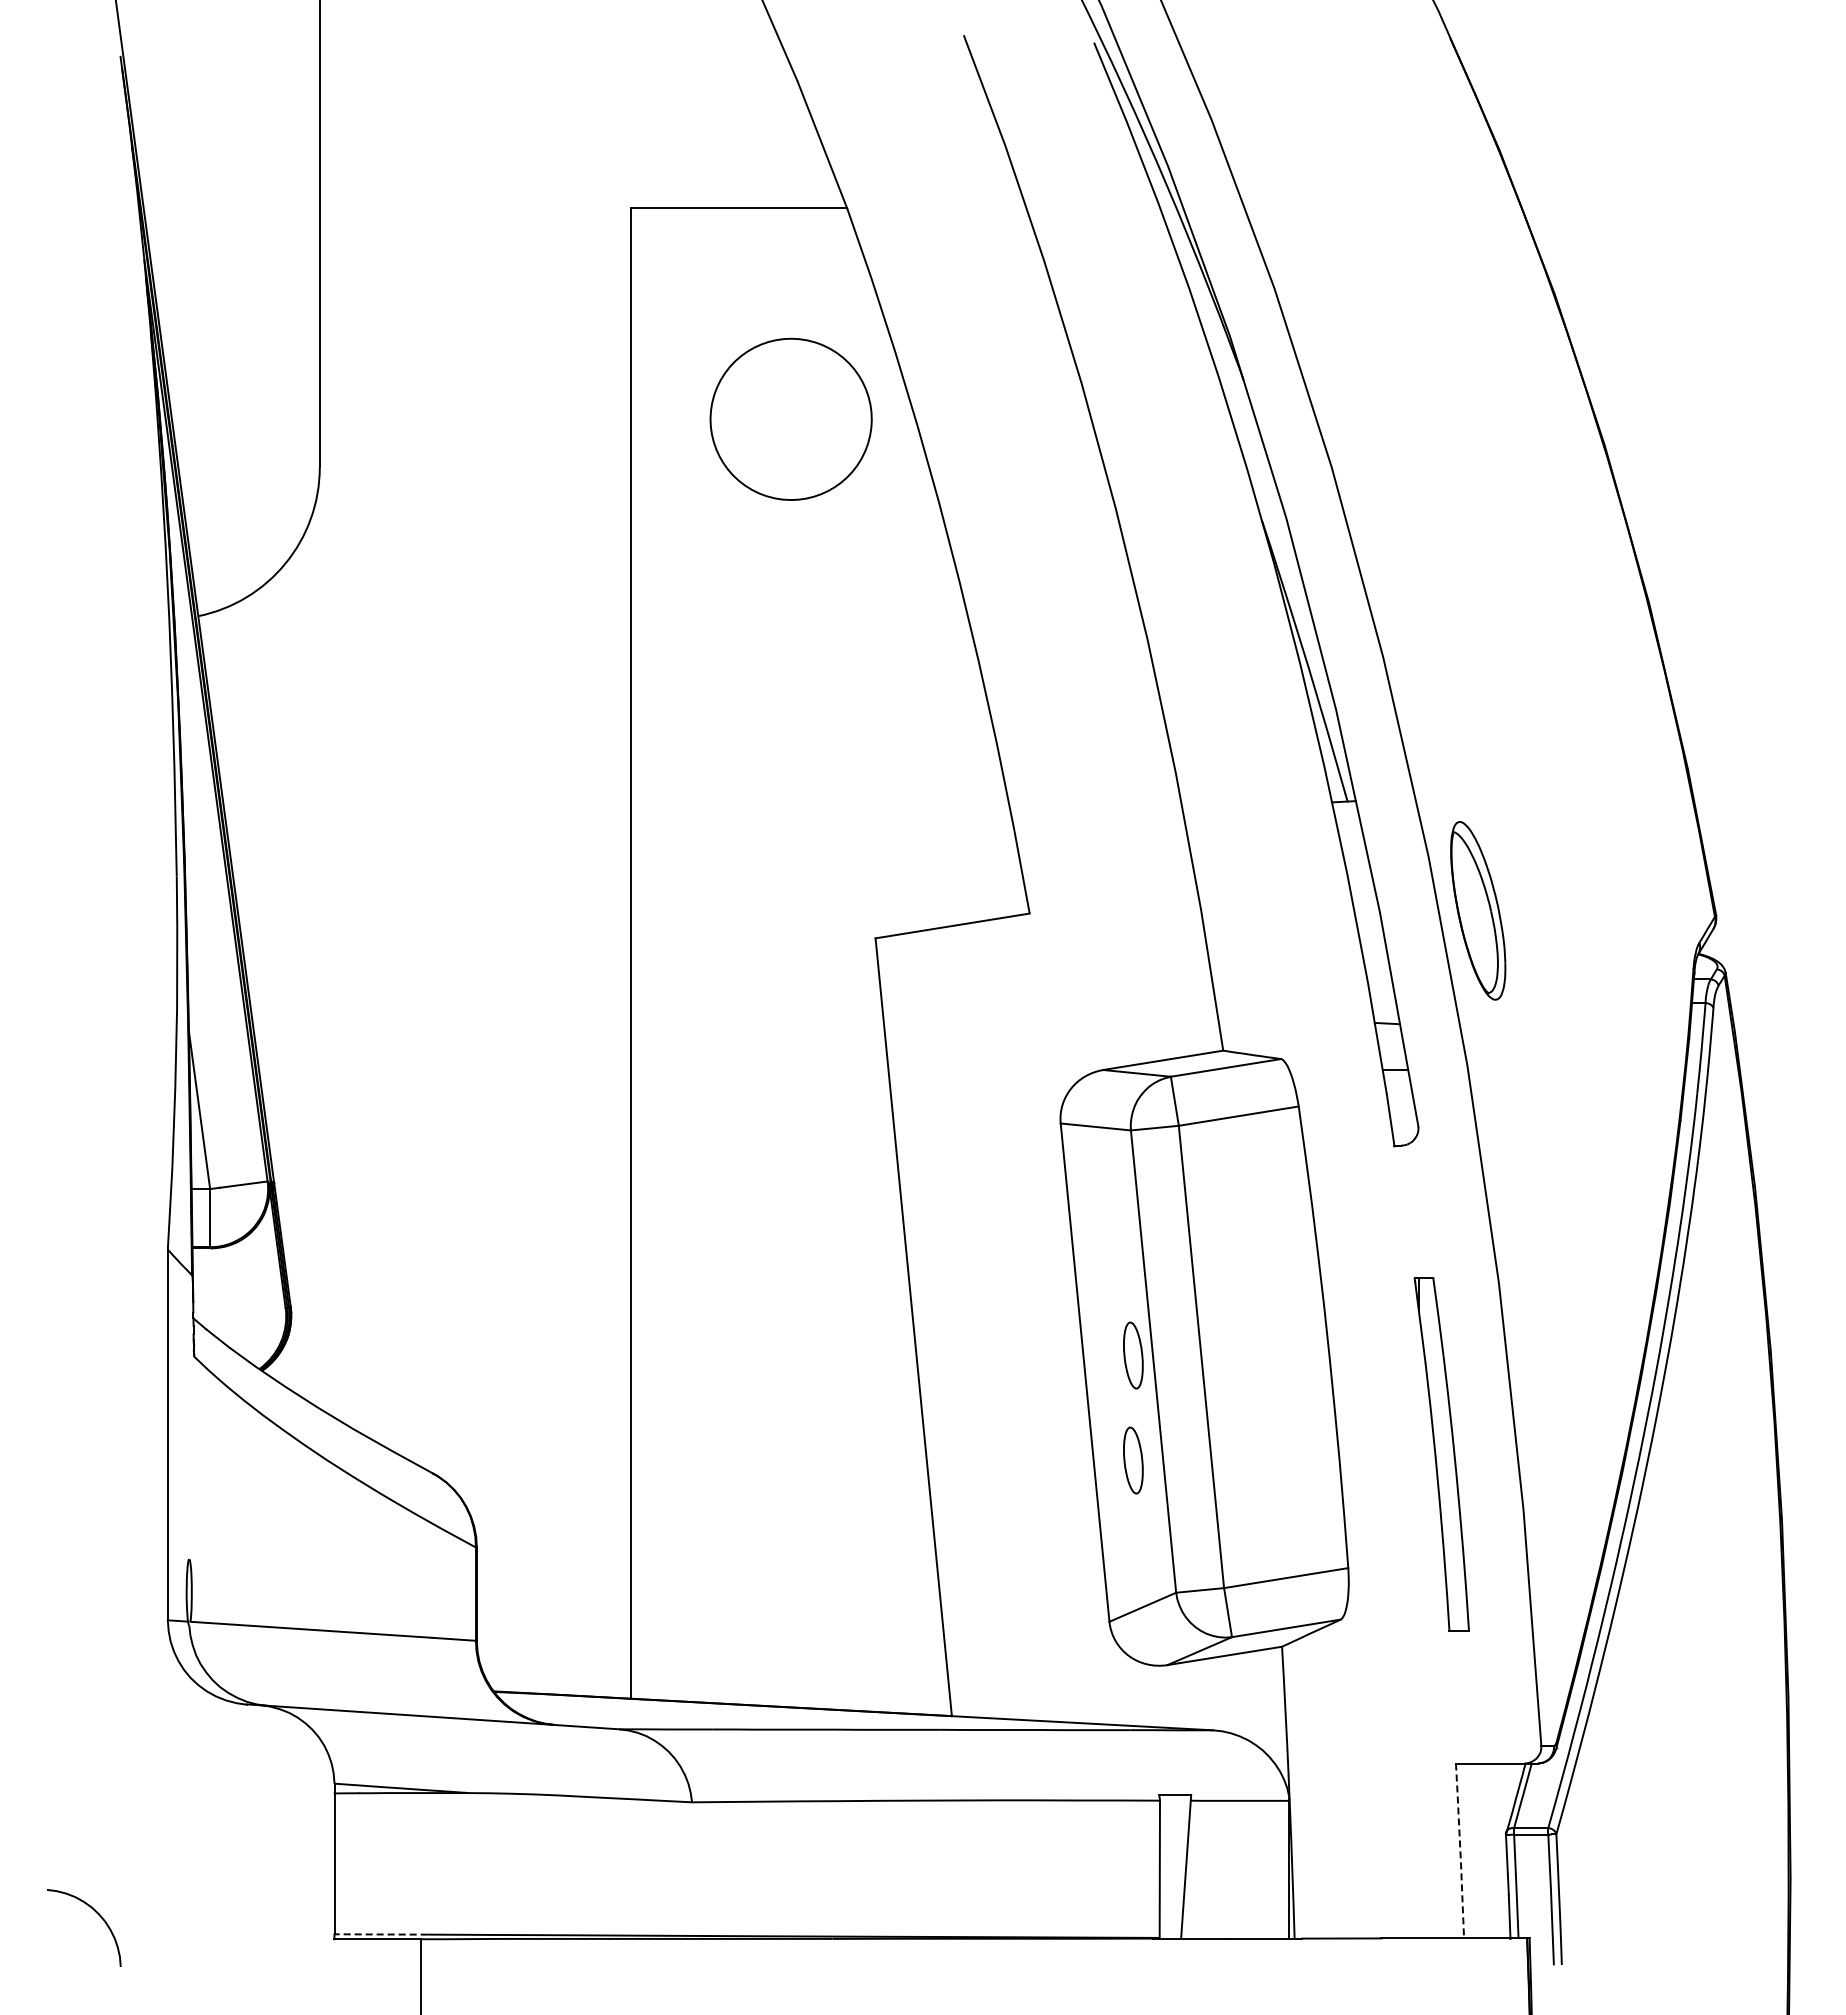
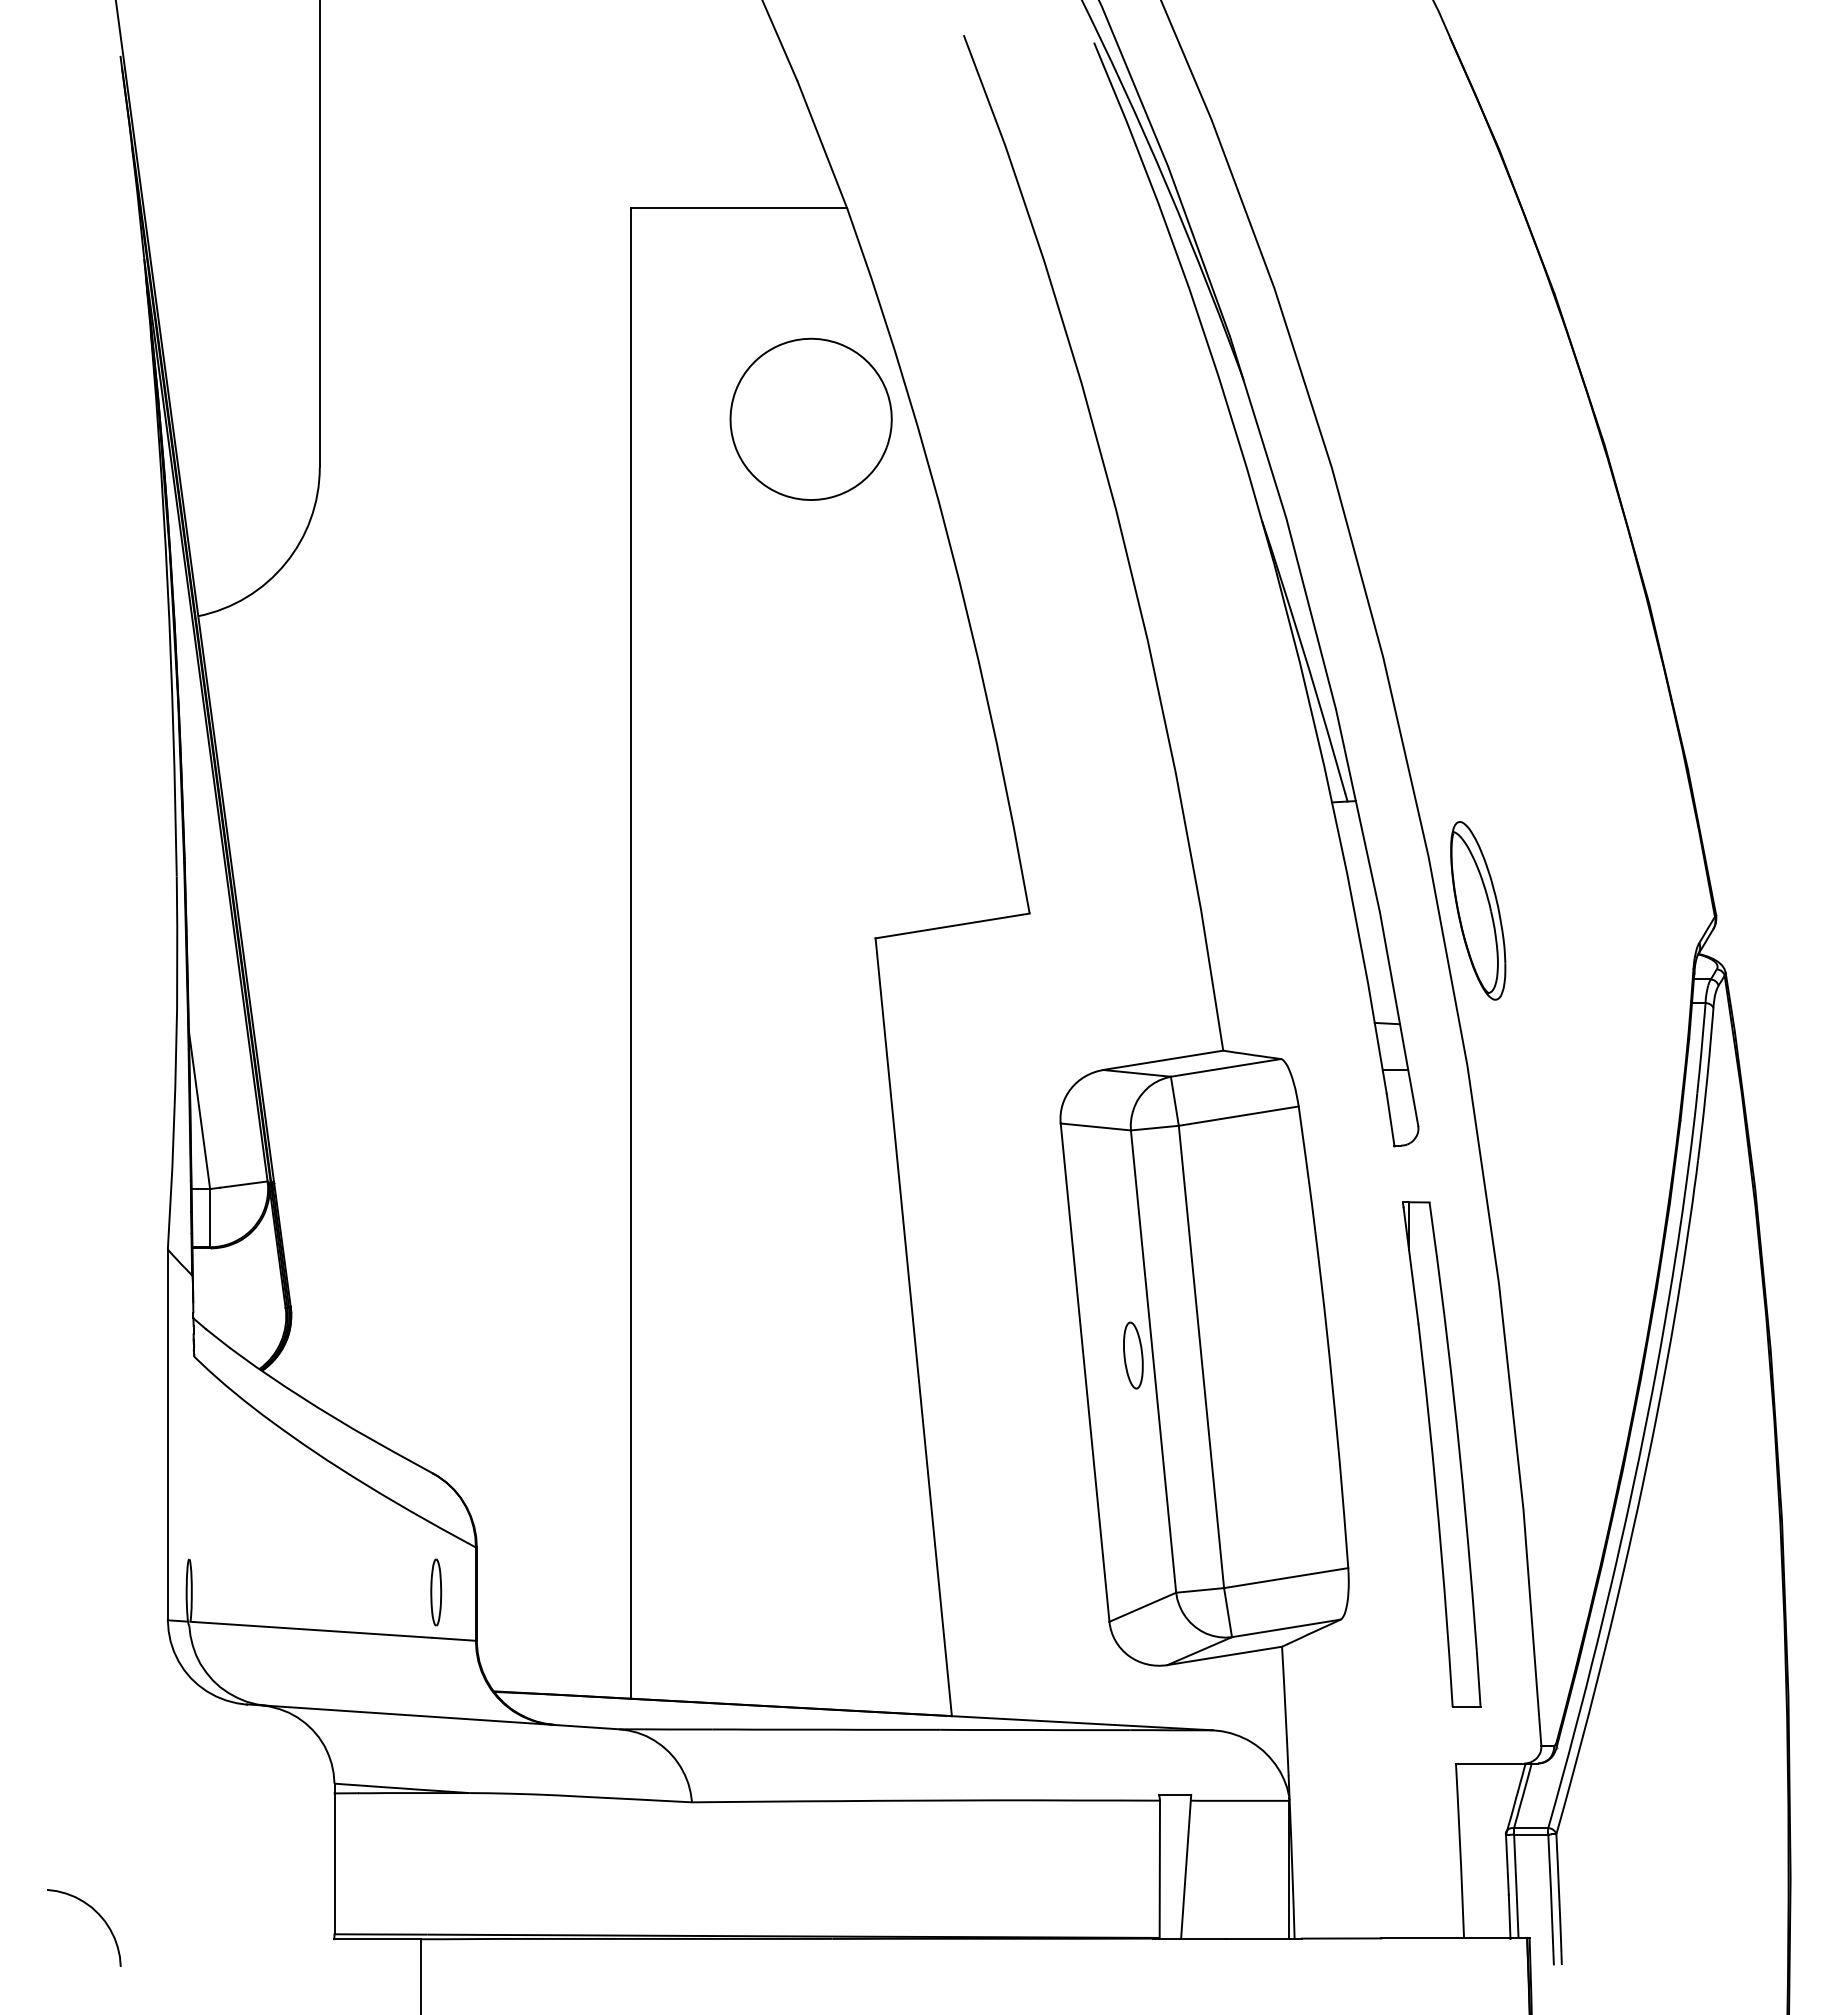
part at (790, 418) position: (790, 418) -> (810, 418)
part at (1441, 1454) size: 57x355 px -> 80x507 px
part at (1133, 1460): present -> none
part at (436, 1592): none -> present
line at (1460, 1851): dashed -> solid
line at (379, 1934): dashed -> solid
